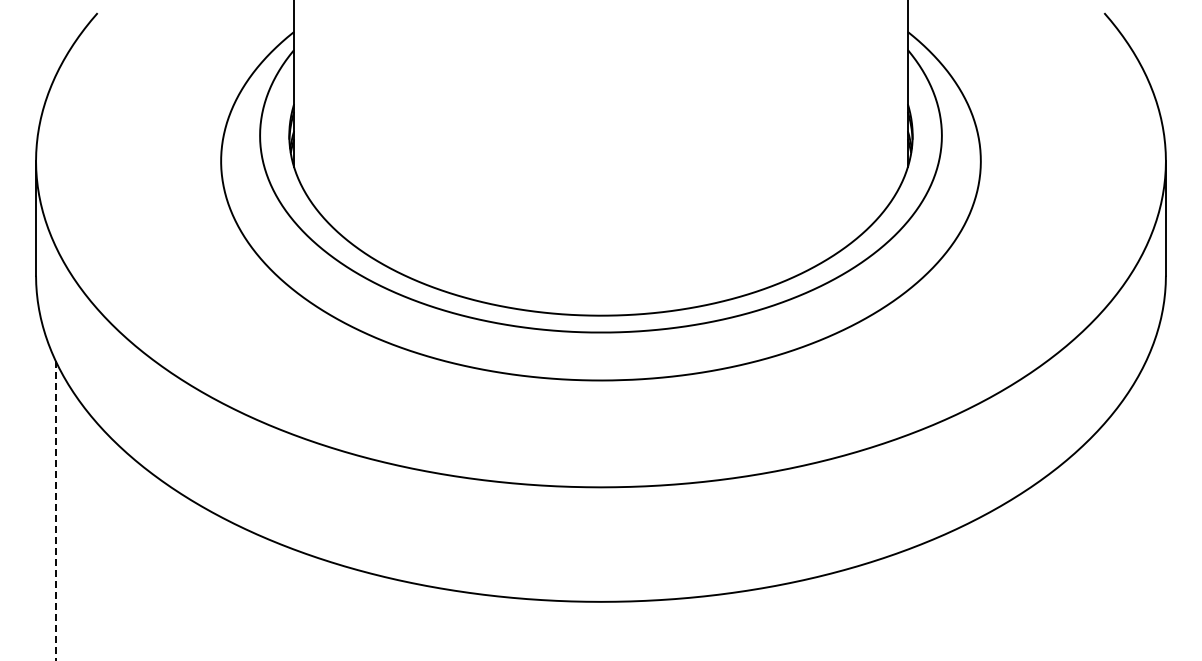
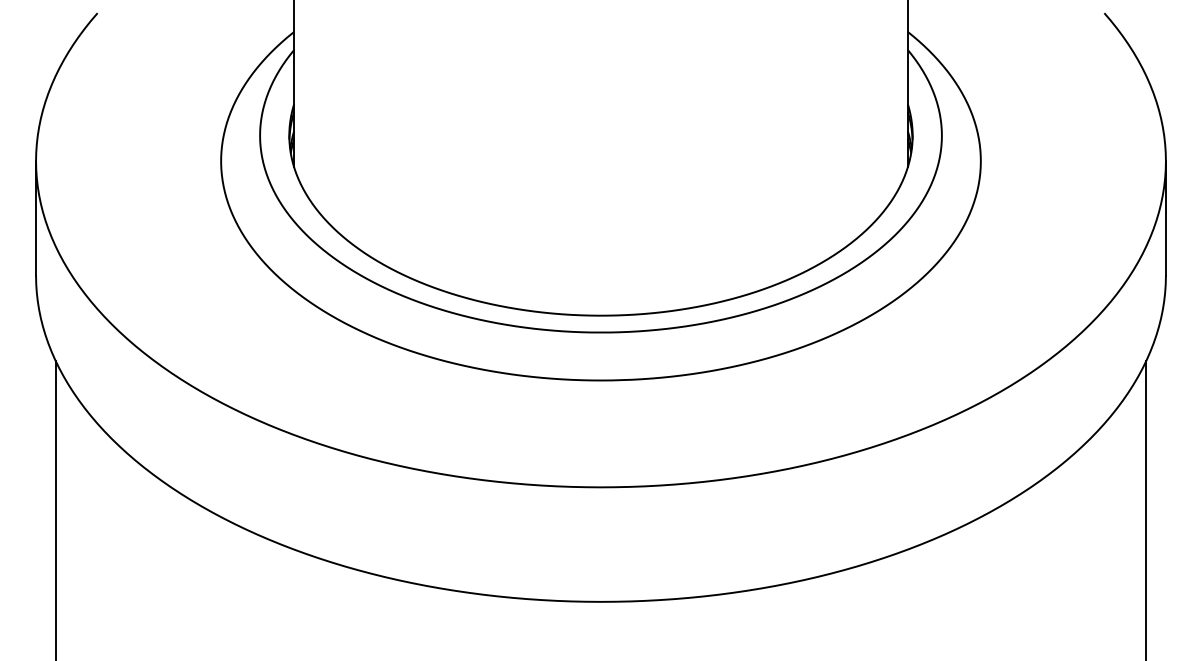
line at (1146, 508): none -> present
line at (55, 510): dashed -> solid
